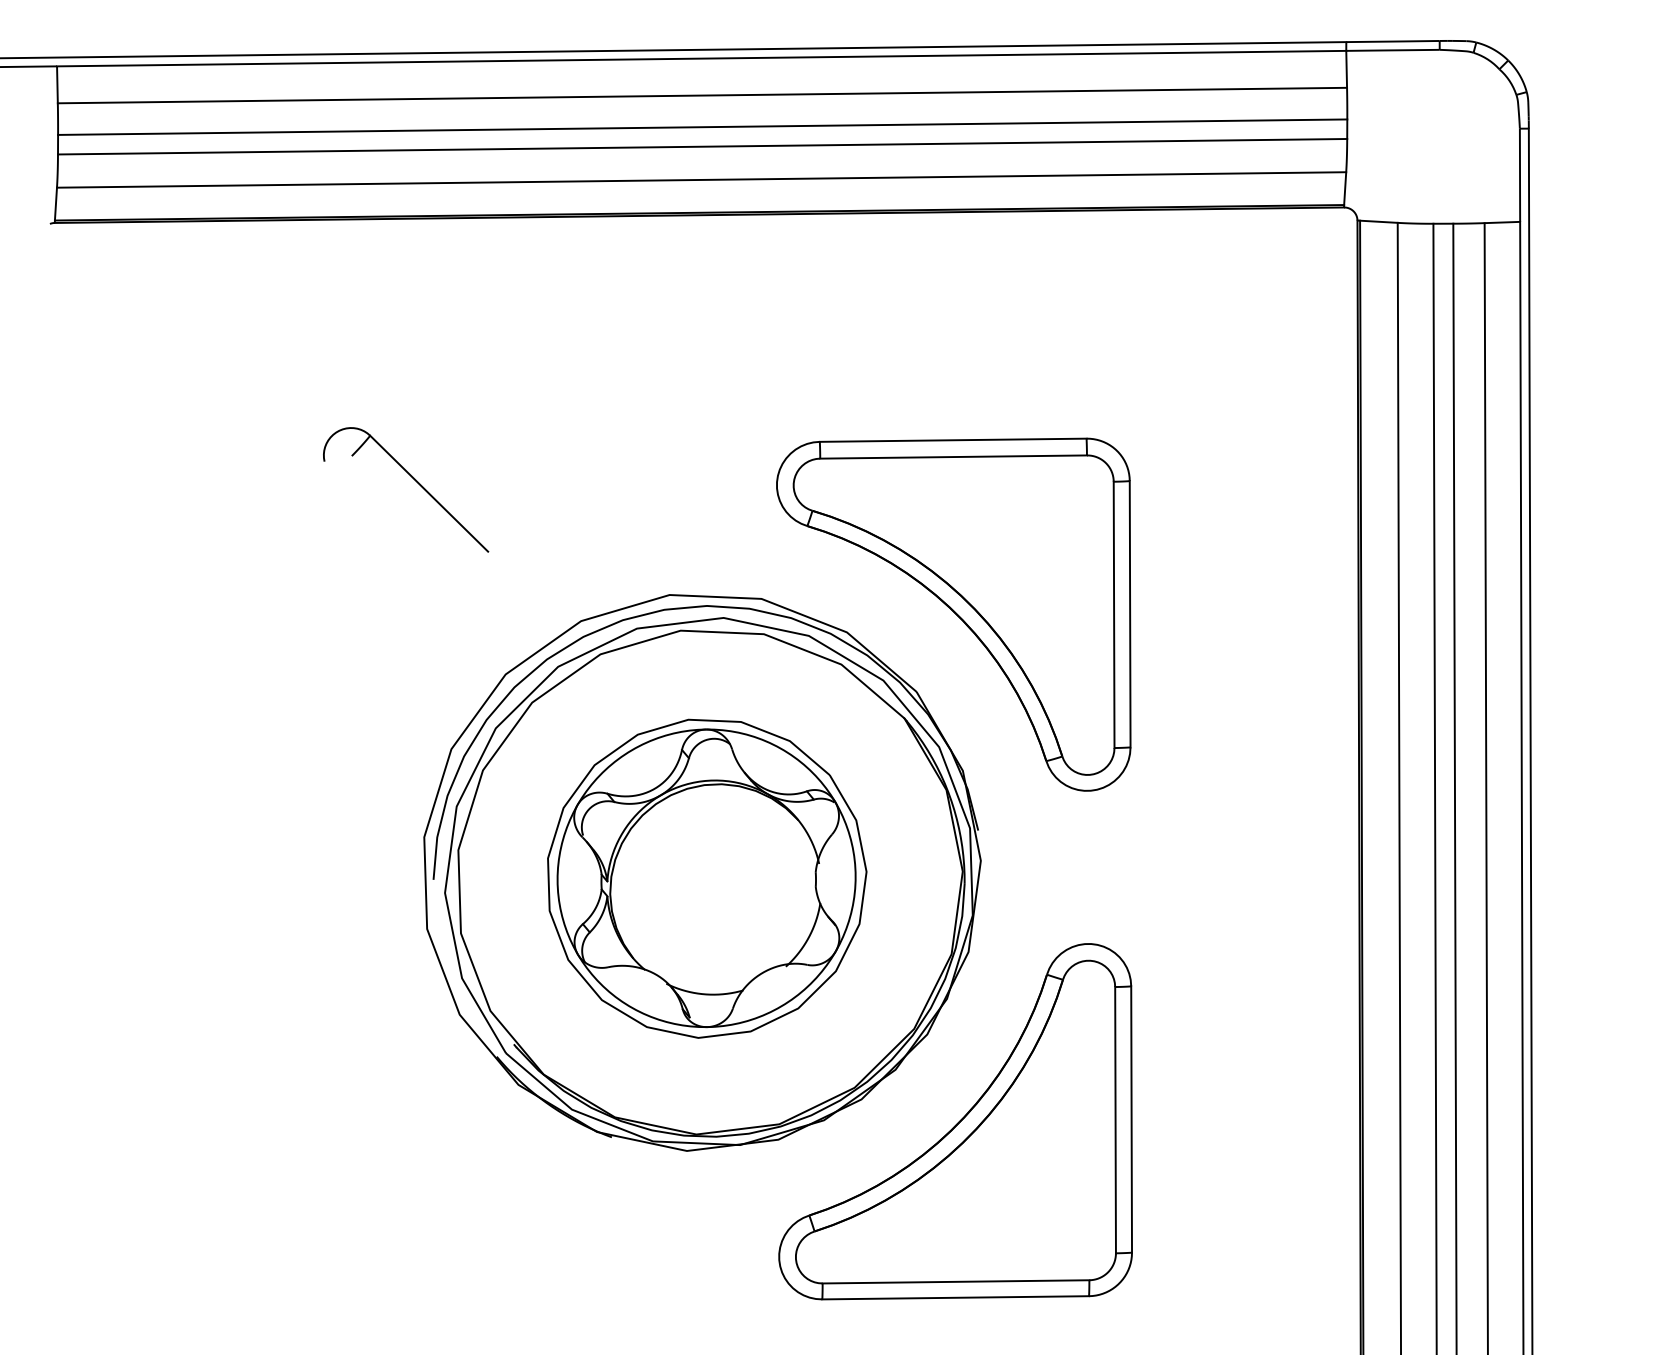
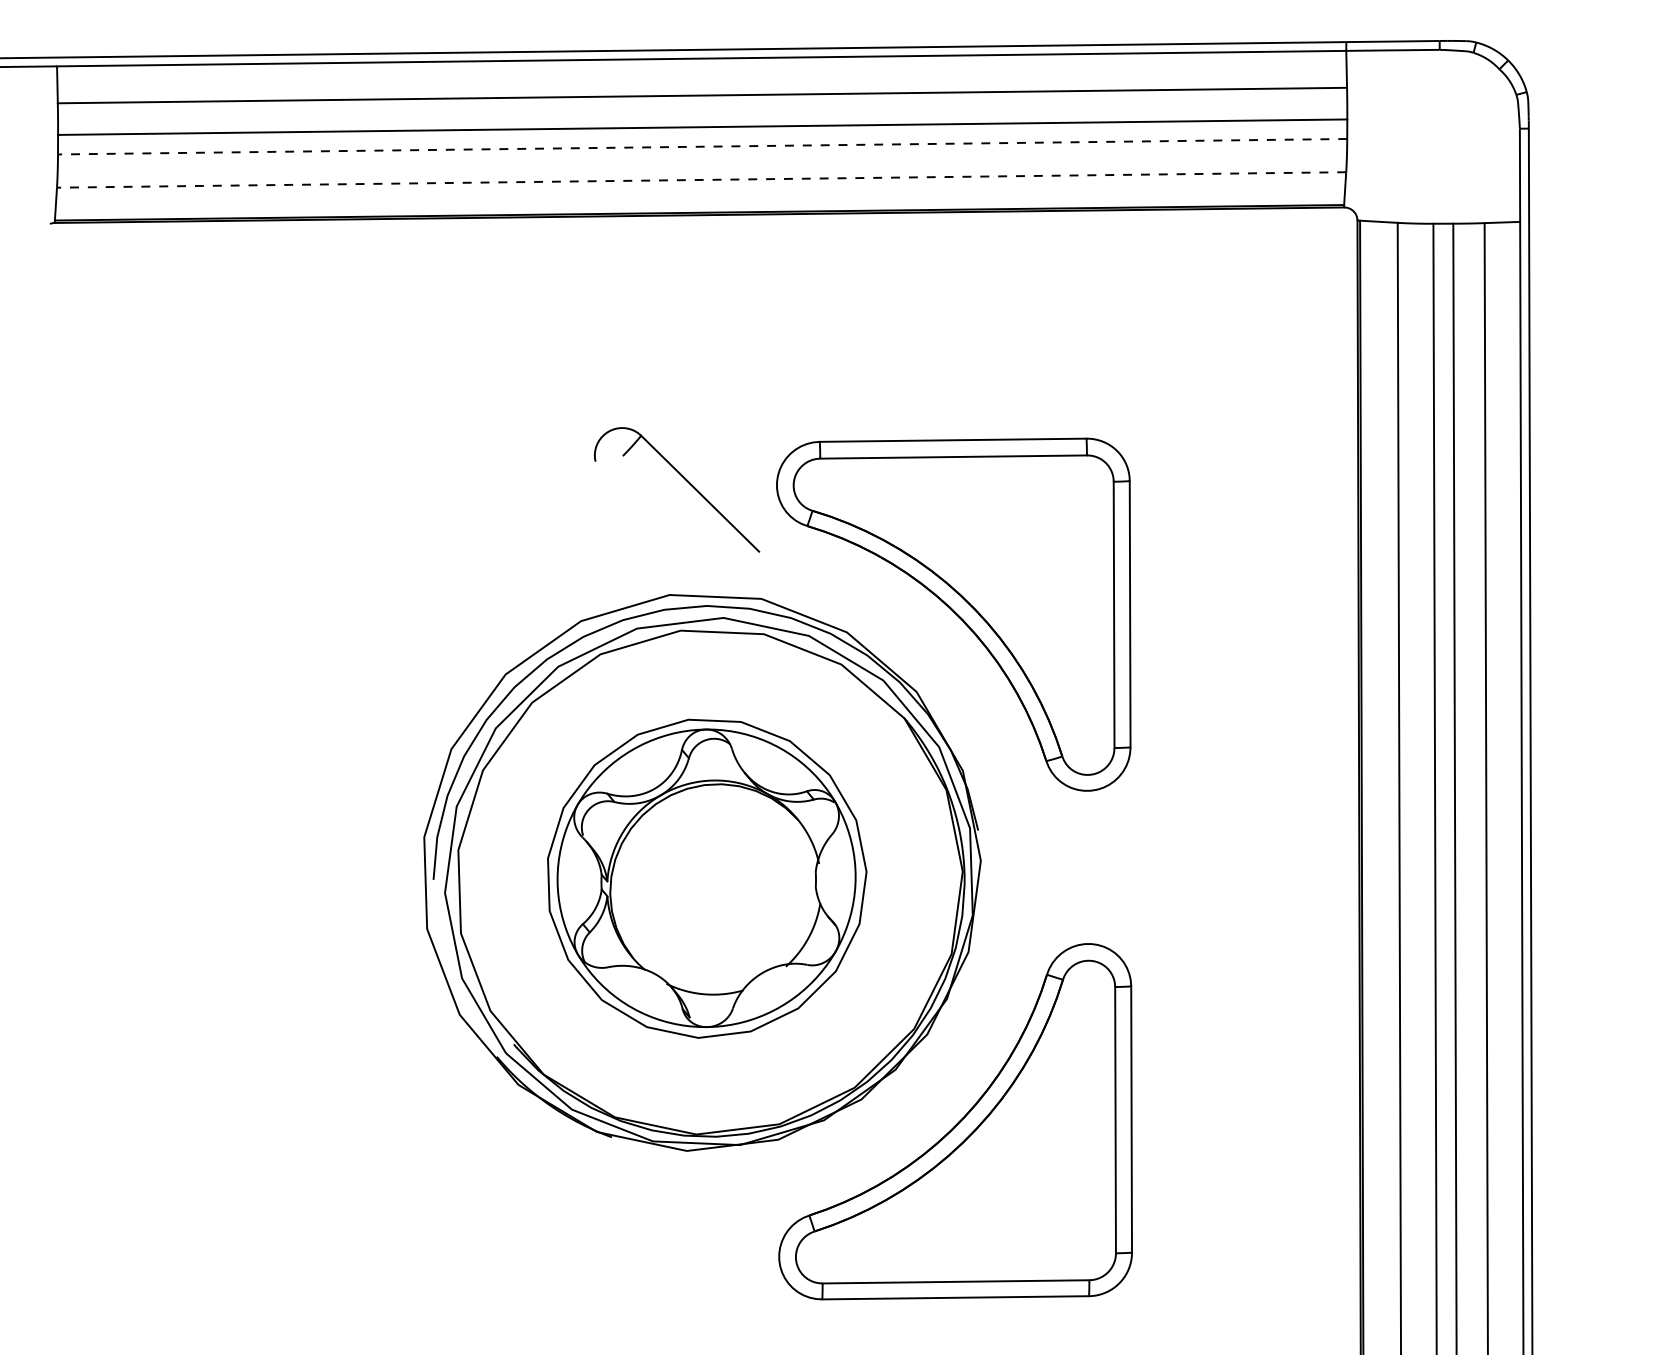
line at (702, 146): solid -> dashed
line at (701, 179): solid -> dashed
part at (414, 480) position: (414, 480) -> (685, 480)
